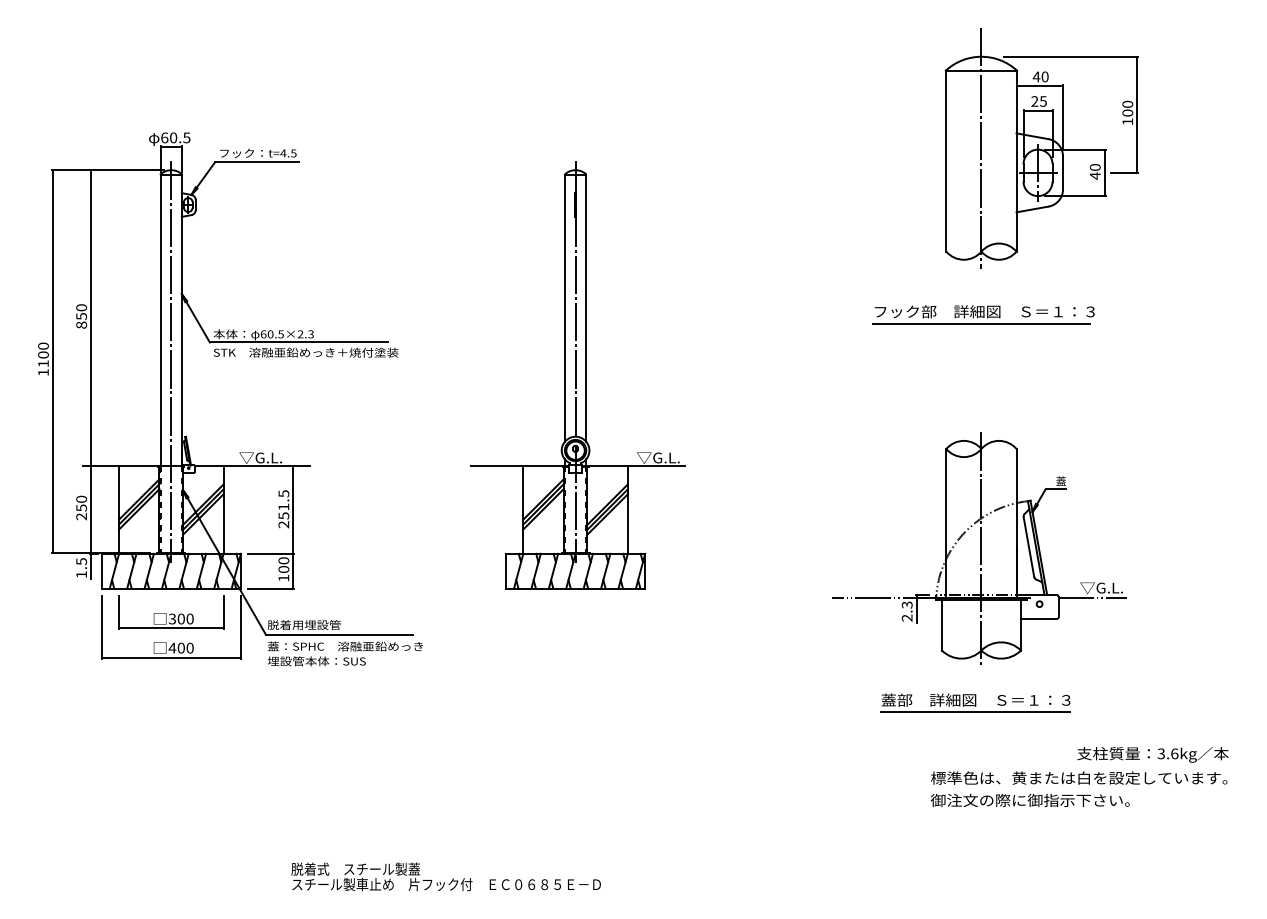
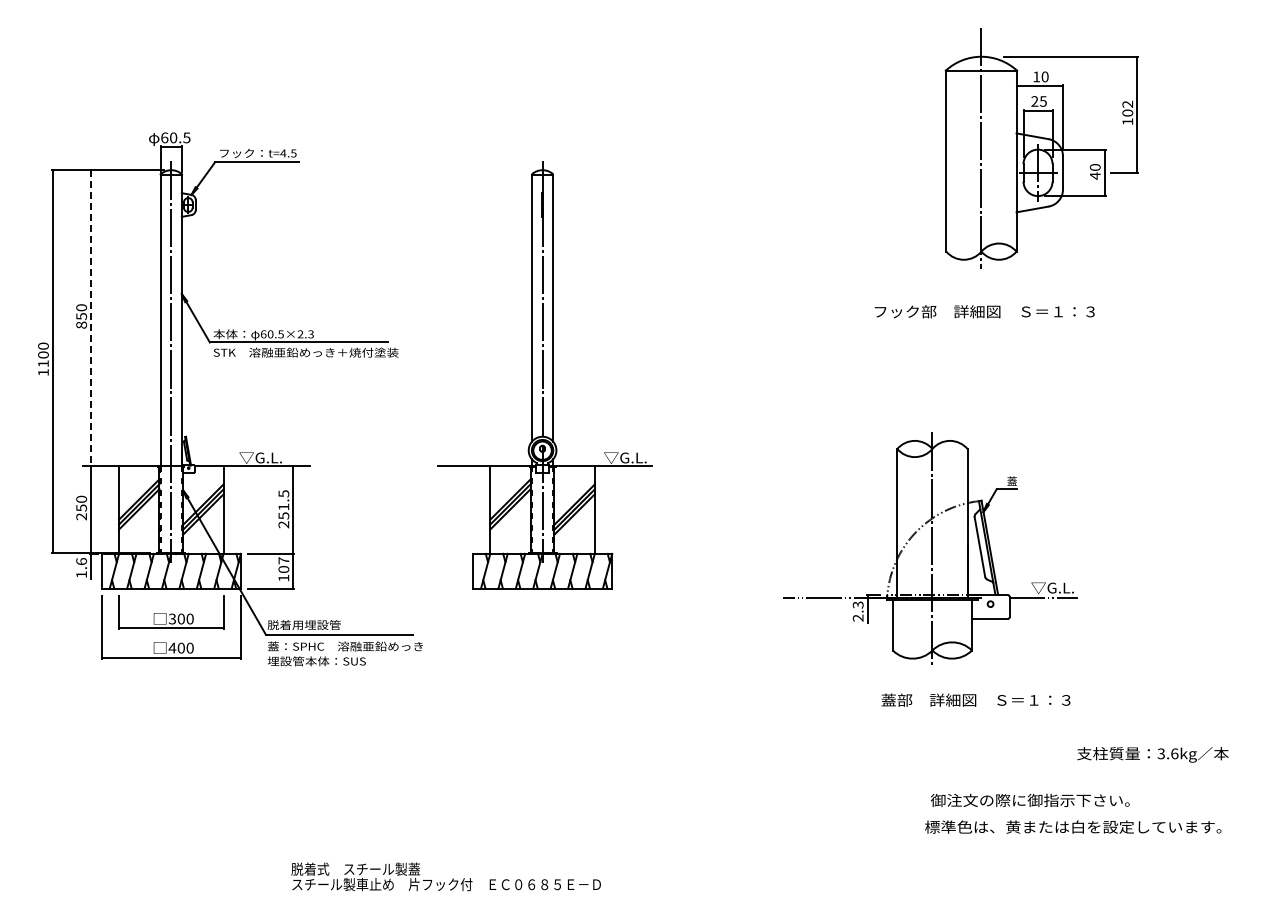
text at (1036, 76): 40 -> 10
text at (1127, 103): 100 -> 102
line at (90, 318): solid -> dashed
line at (981, 323): present -> none
part at (577, 375) position: (577, 375) -> (544, 375)
part at (979, 548) position: (979, 548) -> (930, 548)
text at (283, 560): 100 -> 107
text at (81, 561): 1.5 -> 1.6
line at (975, 712): present -> none
text at (1079, 777) position: (1079, 777) -> (1073, 826)
